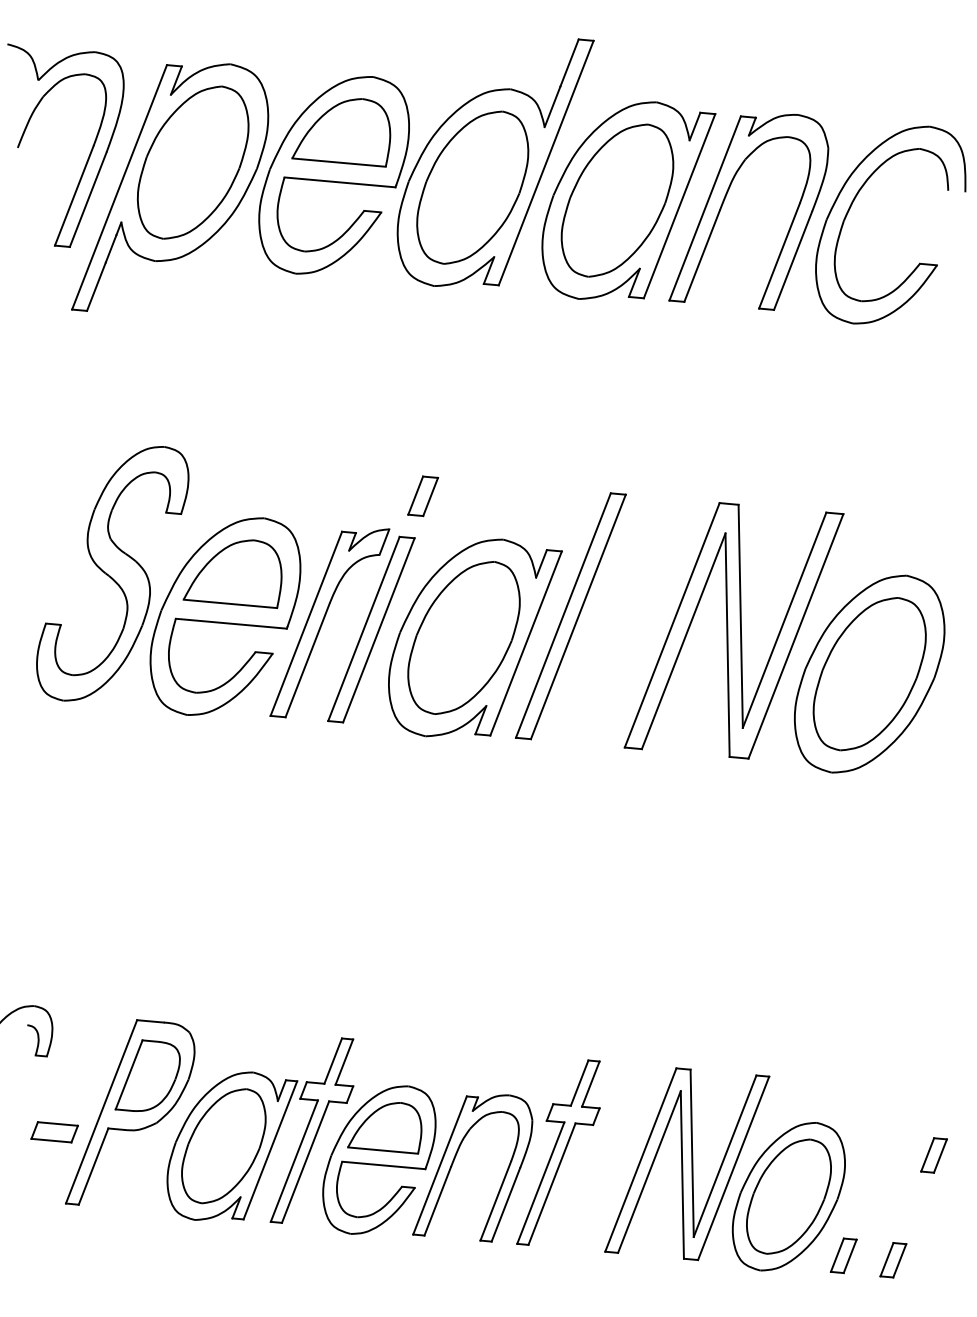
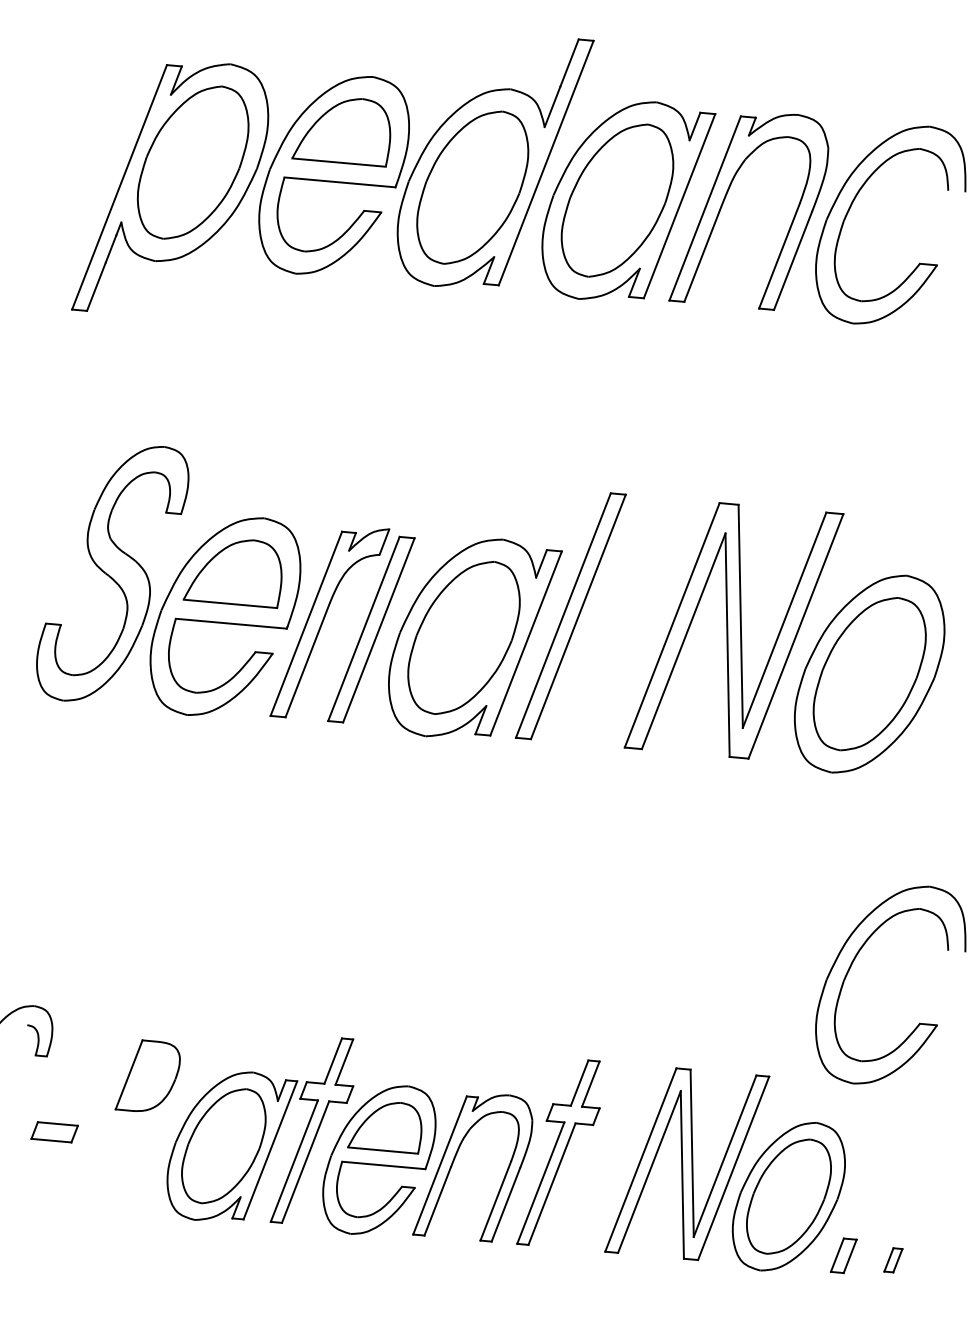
part at (89, 153): present -> none
part at (422, 496): present -> none
part at (850, 969): none -> present
part at (130, 1112): present -> none
part at (933, 1155): present -> none
part at (893, 1260) size: 29x37 px -> 21x27 px
